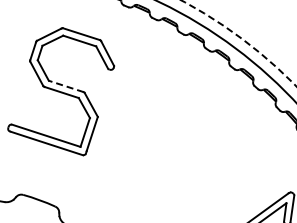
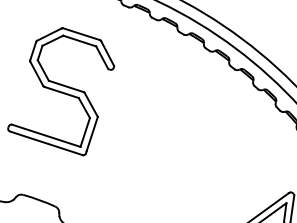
circle at (238, 43): dashed -> solid
line at (65, 86): dashed -> solid
